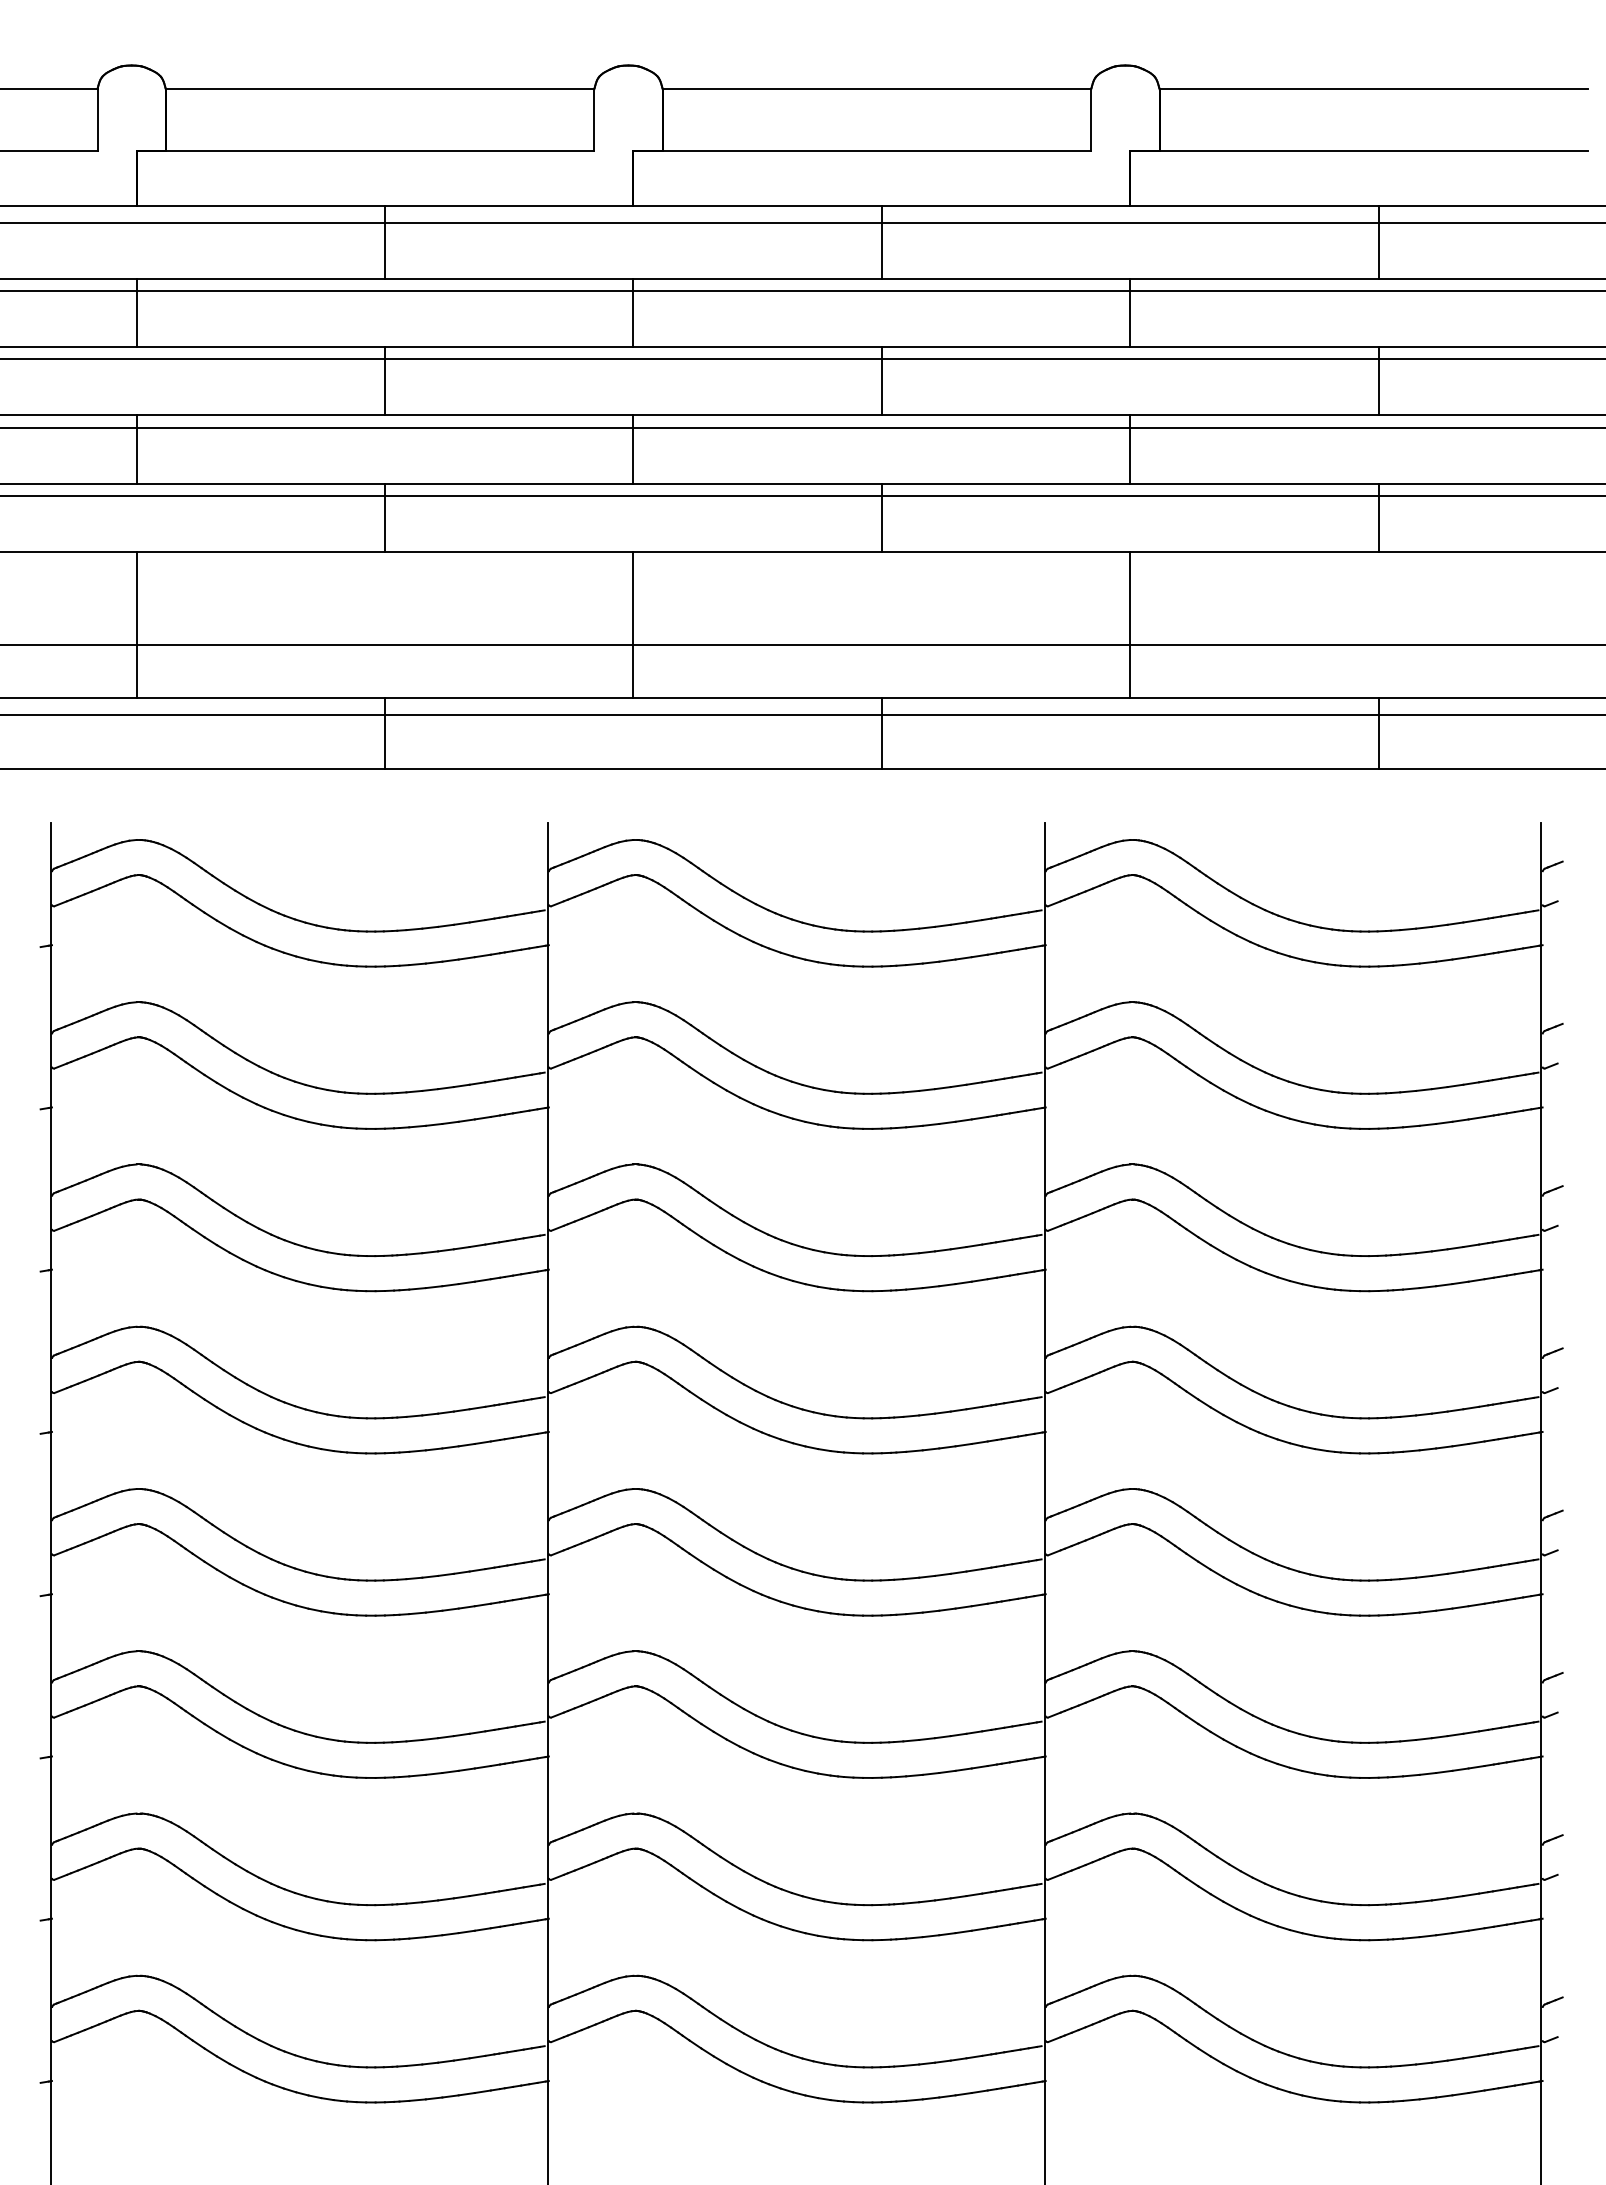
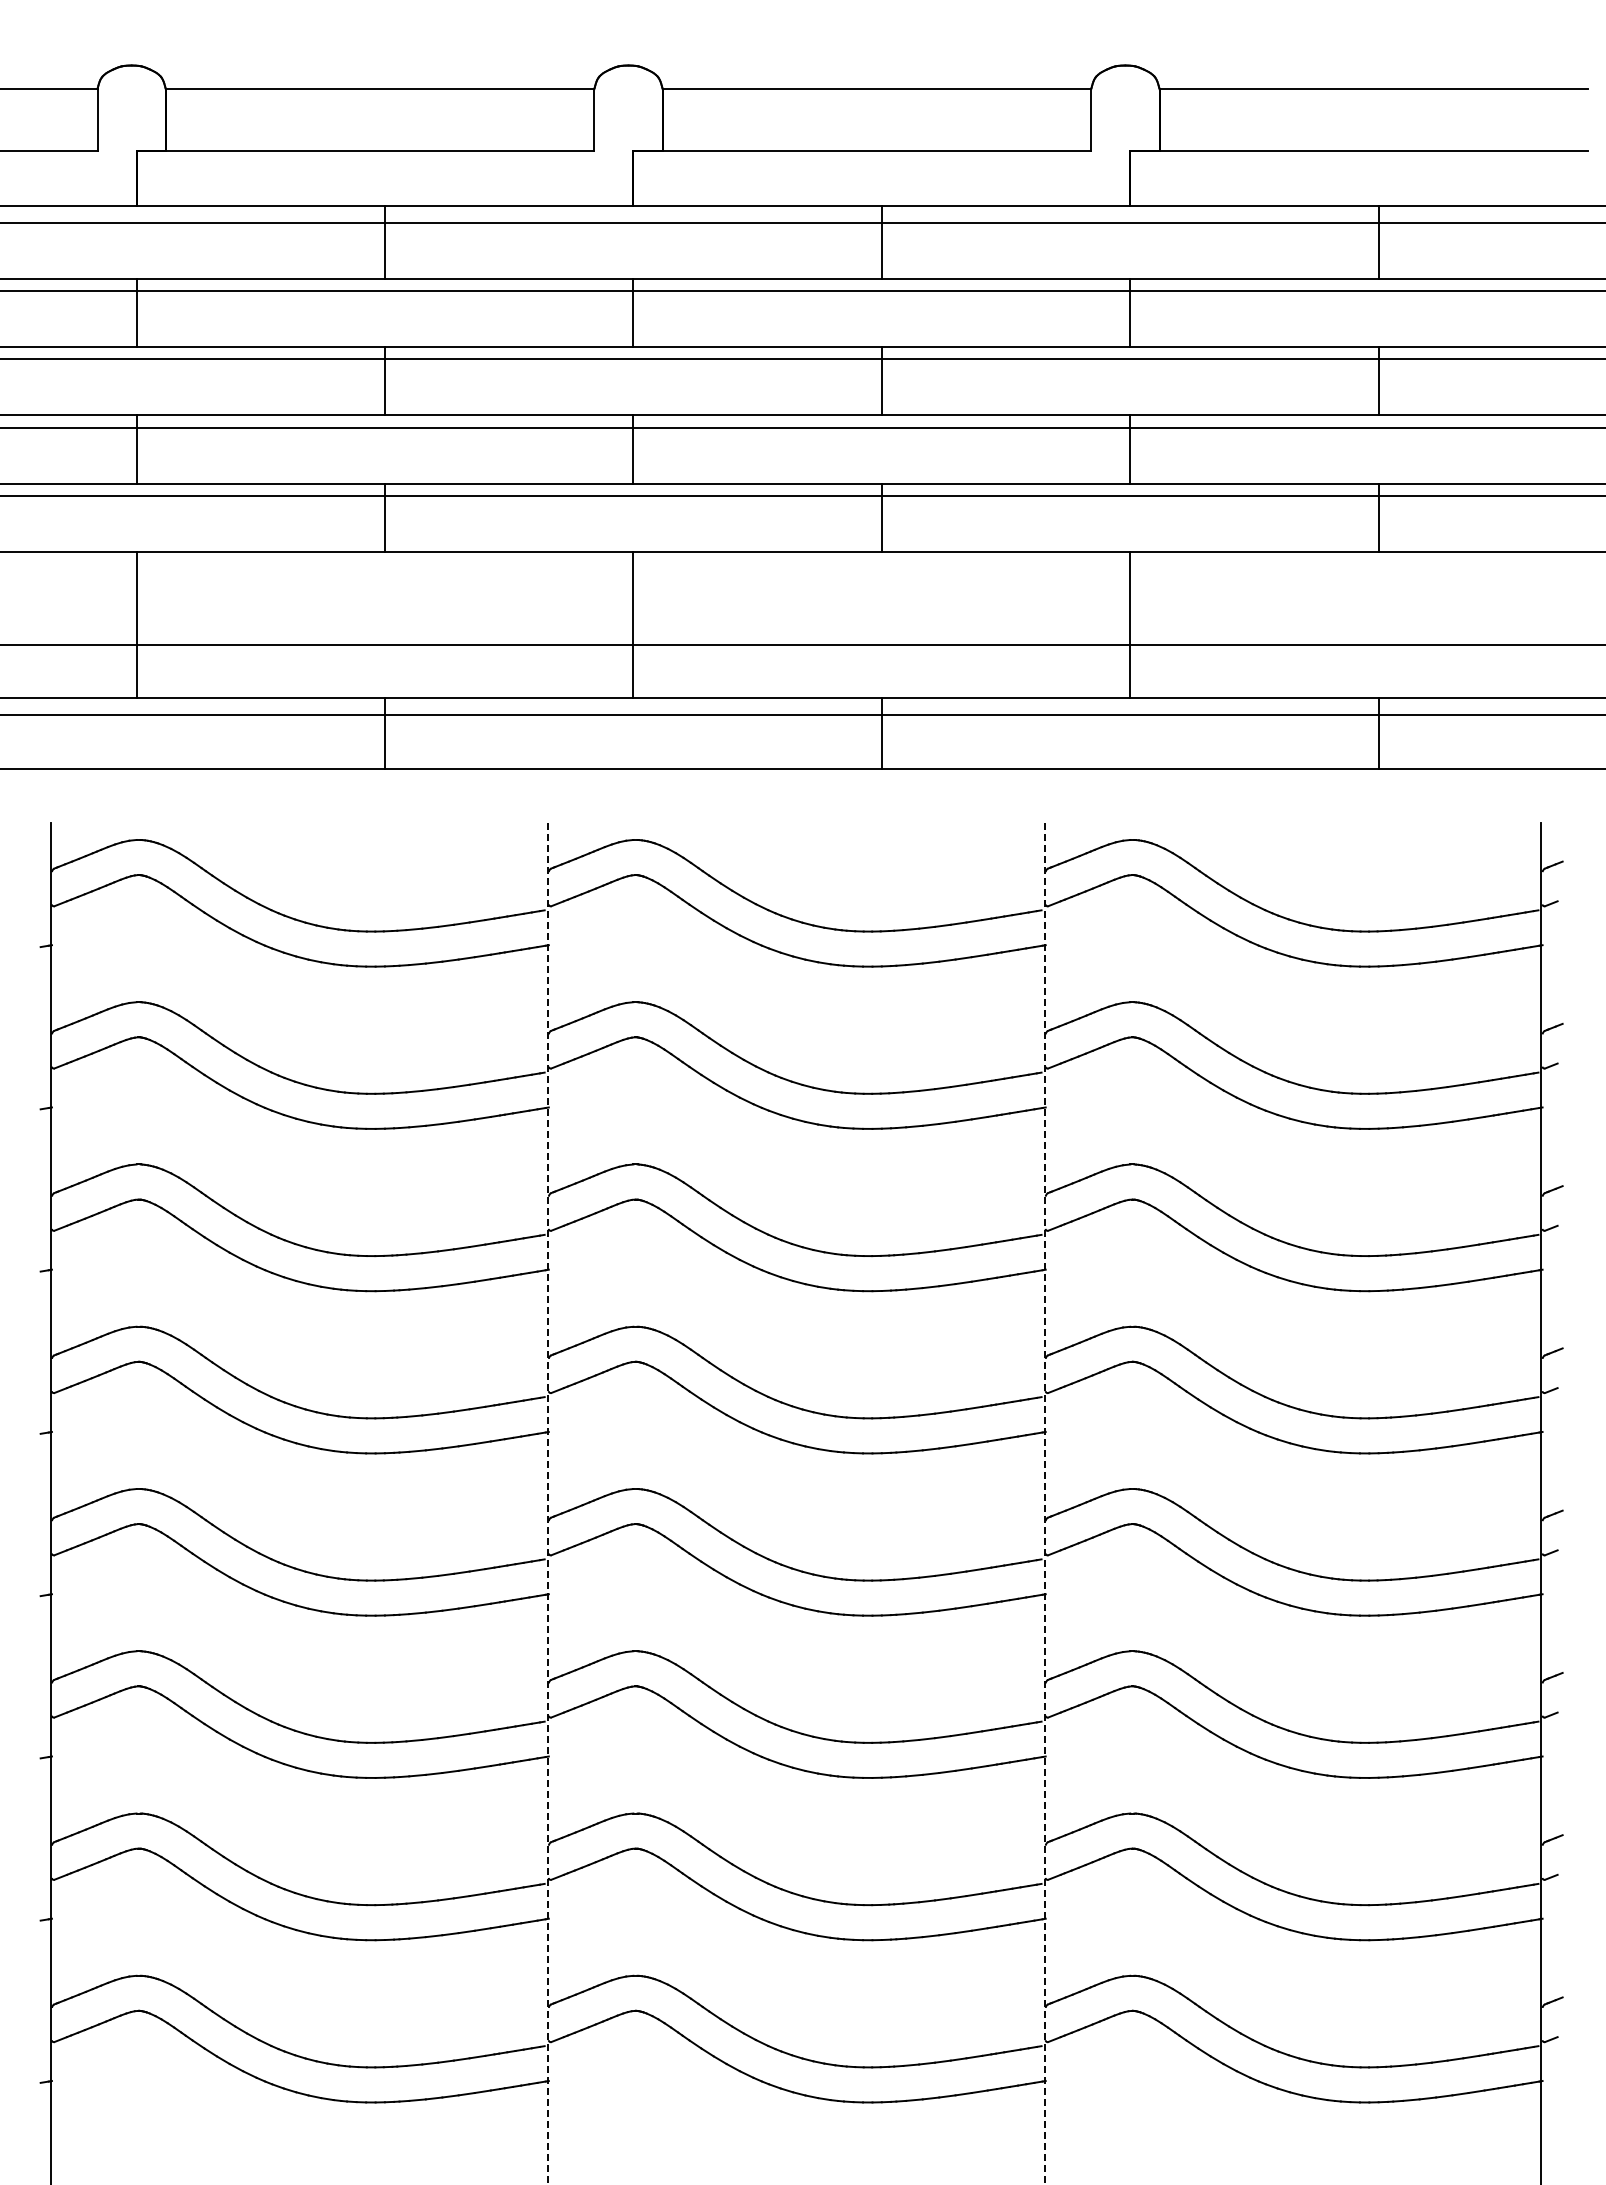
line at (547, 1503): solid -> dashed
line at (1044, 1503): solid -> dashed
